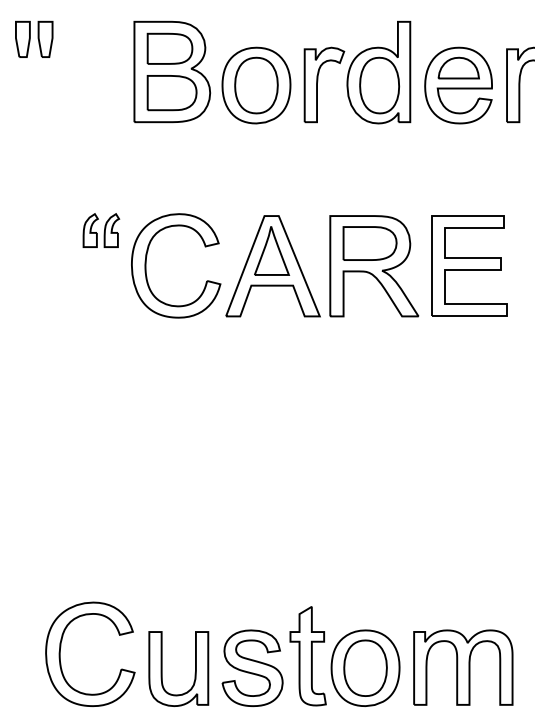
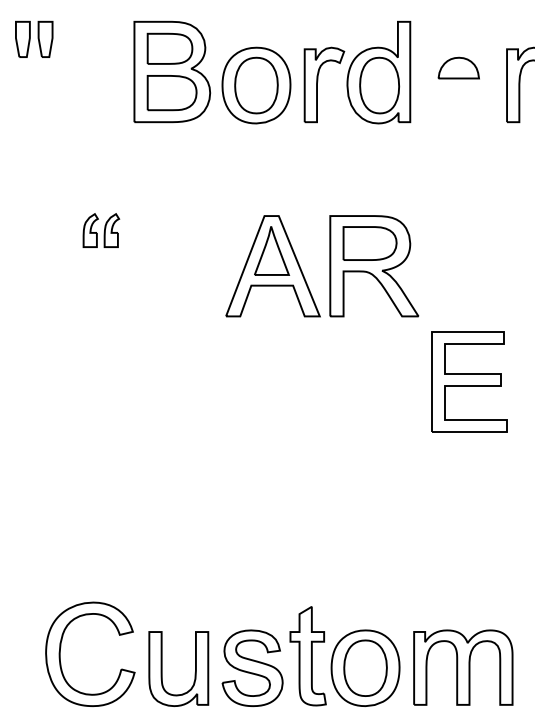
part at (458, 85): present -> none
part at (146, 265): present -> none
part at (469, 265) position: (469, 265) -> (469, 381)
